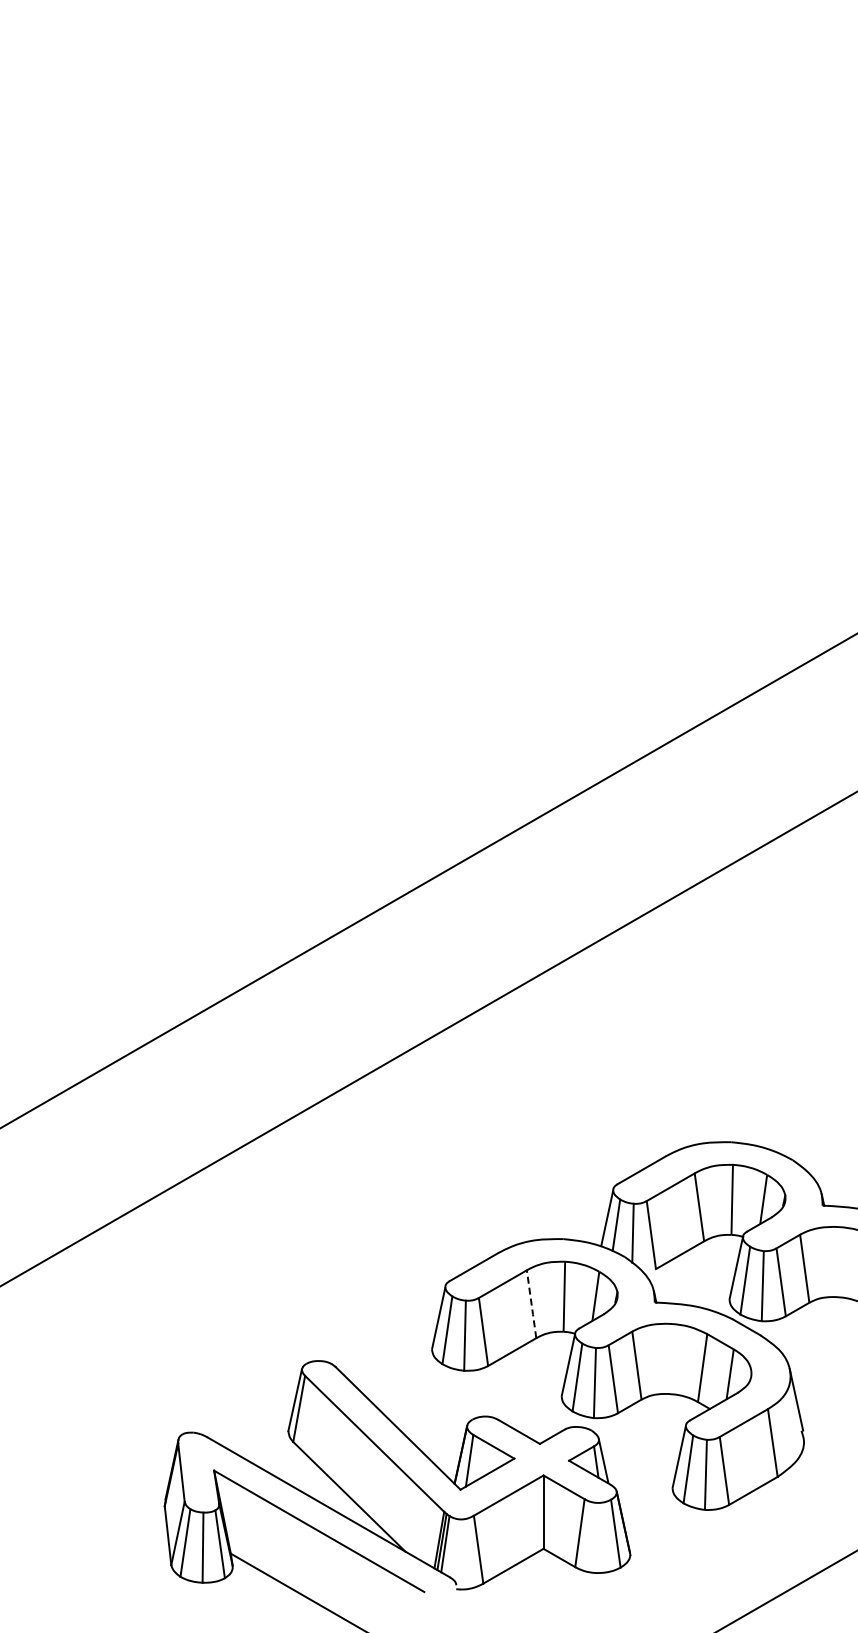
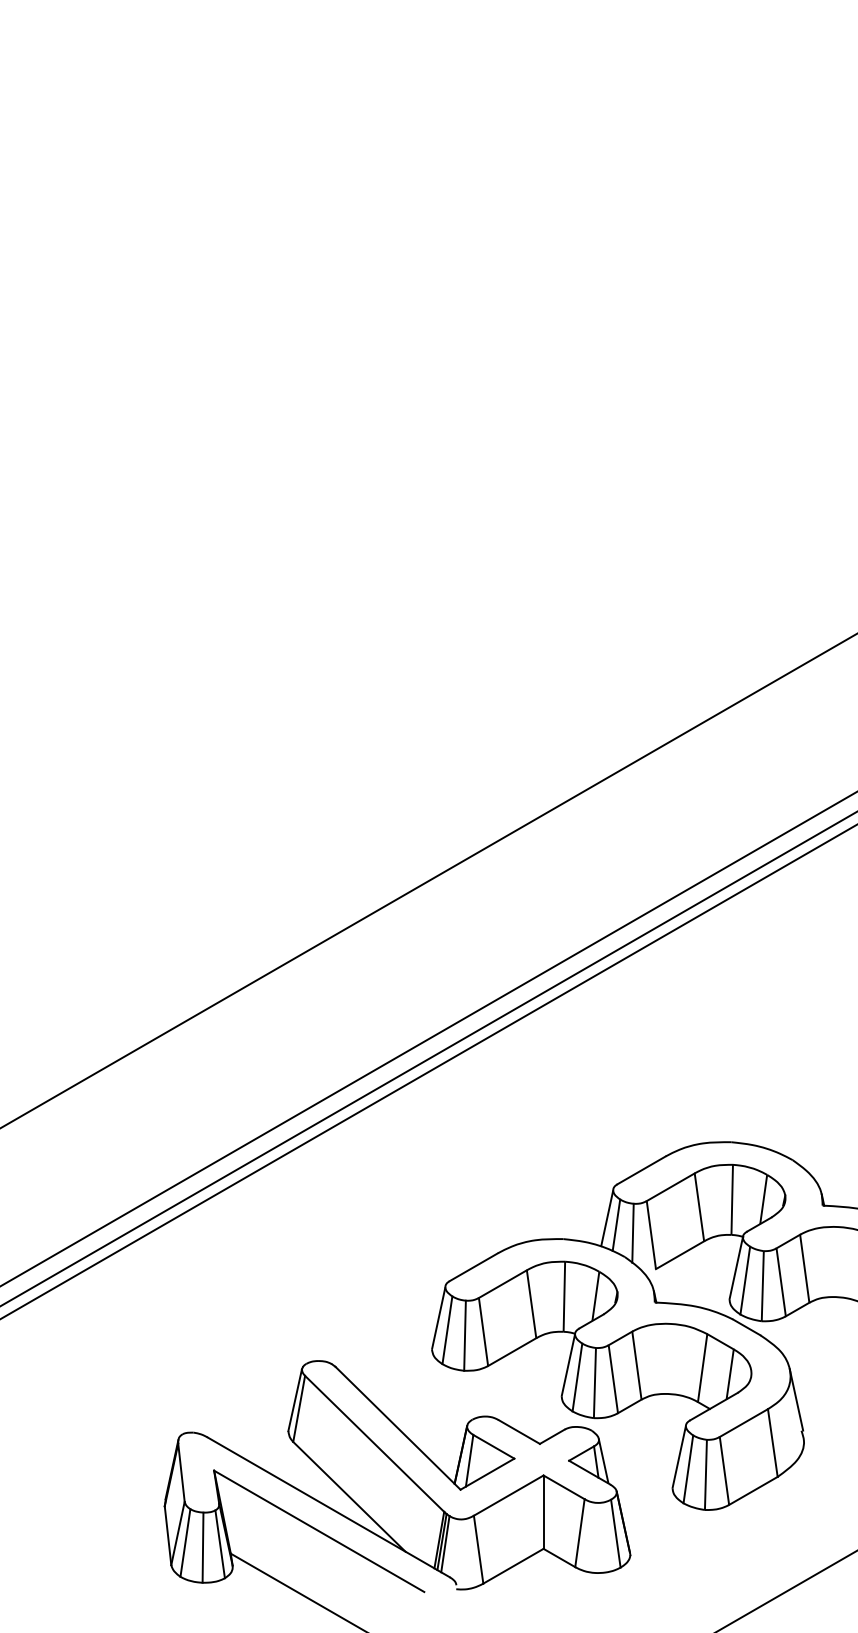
line at (428, 1059): none -> present
line at (428, 1072): none -> present
line at (531, 1304): dashed -> solid
